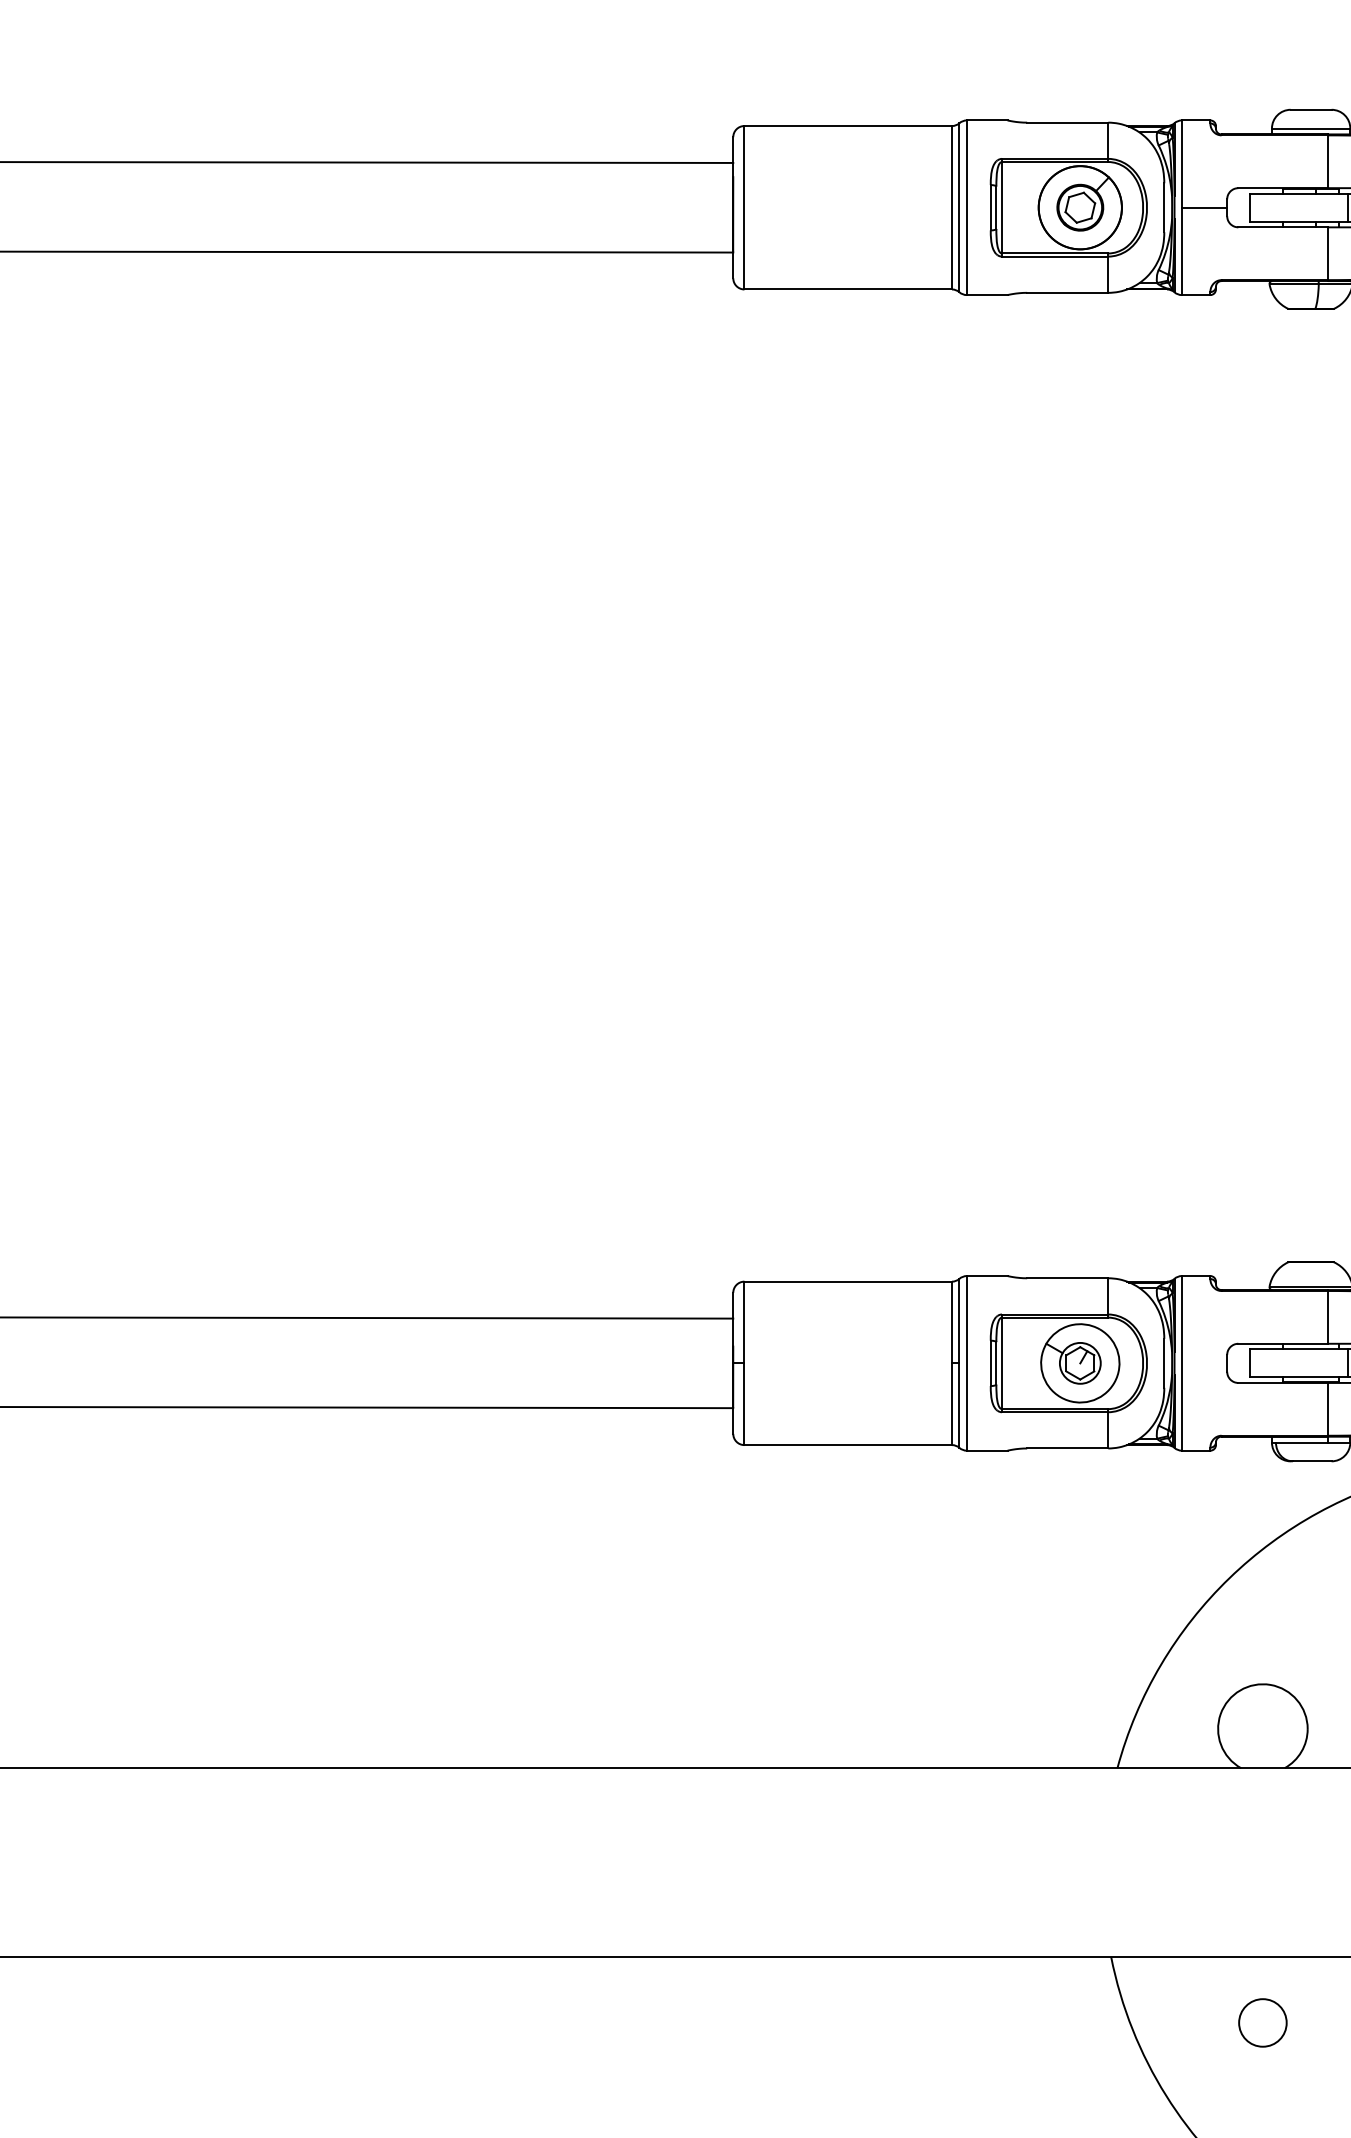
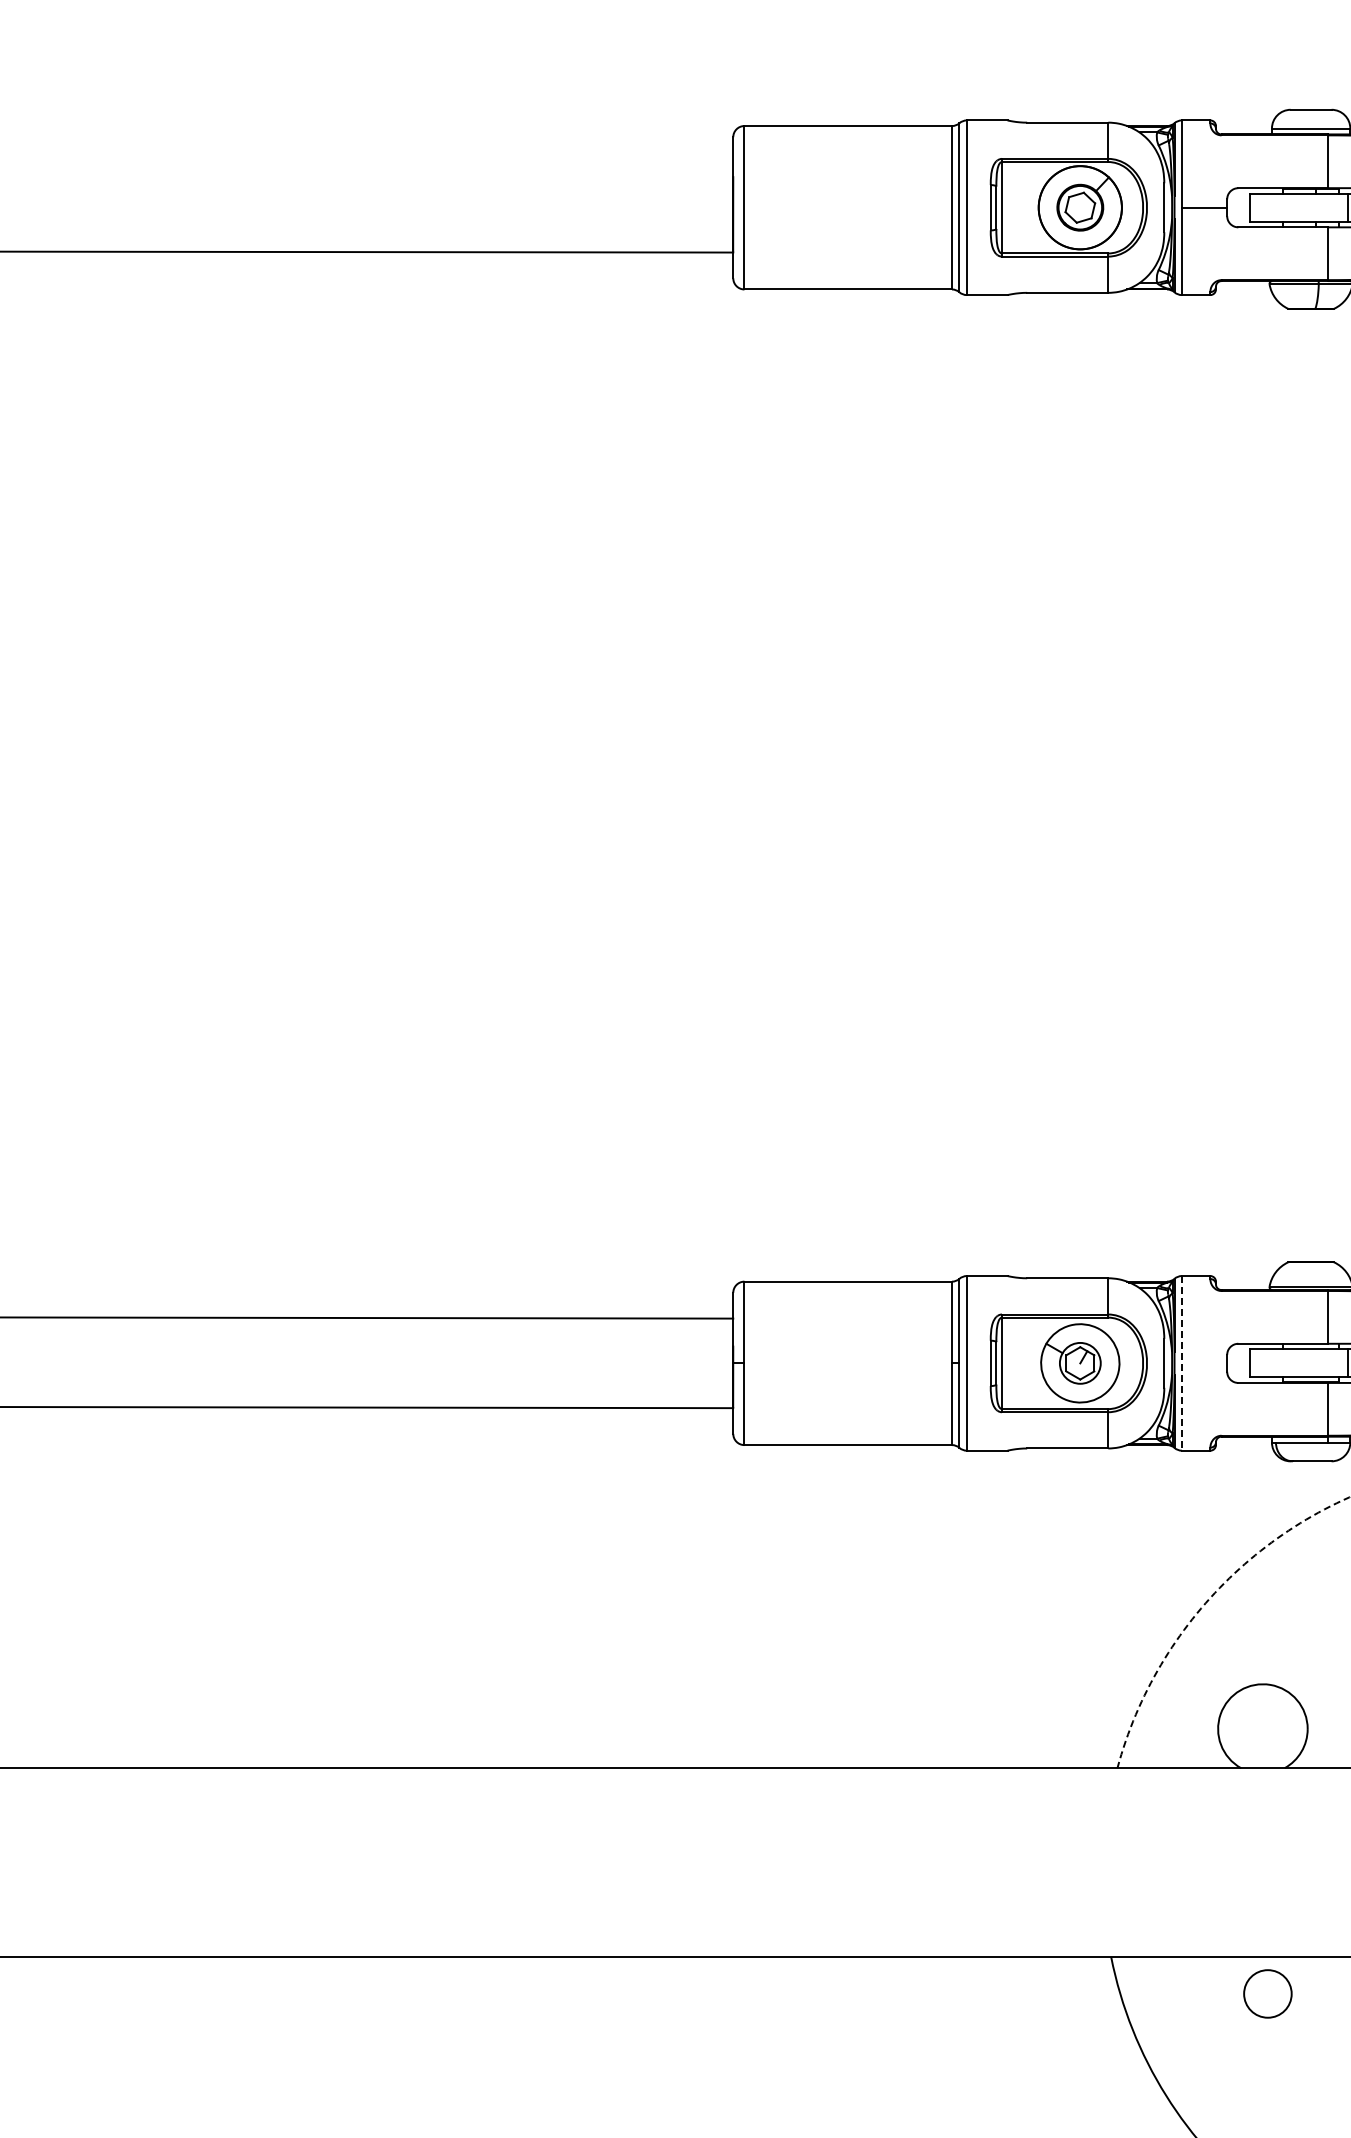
line at (367, 162): present -> none
line at (1181, 1363): solid -> dashed
arc at (1202, 1607): solid -> dashed
circle at (1262, 2022) position: (1262, 2022) -> (1267, 1993)
